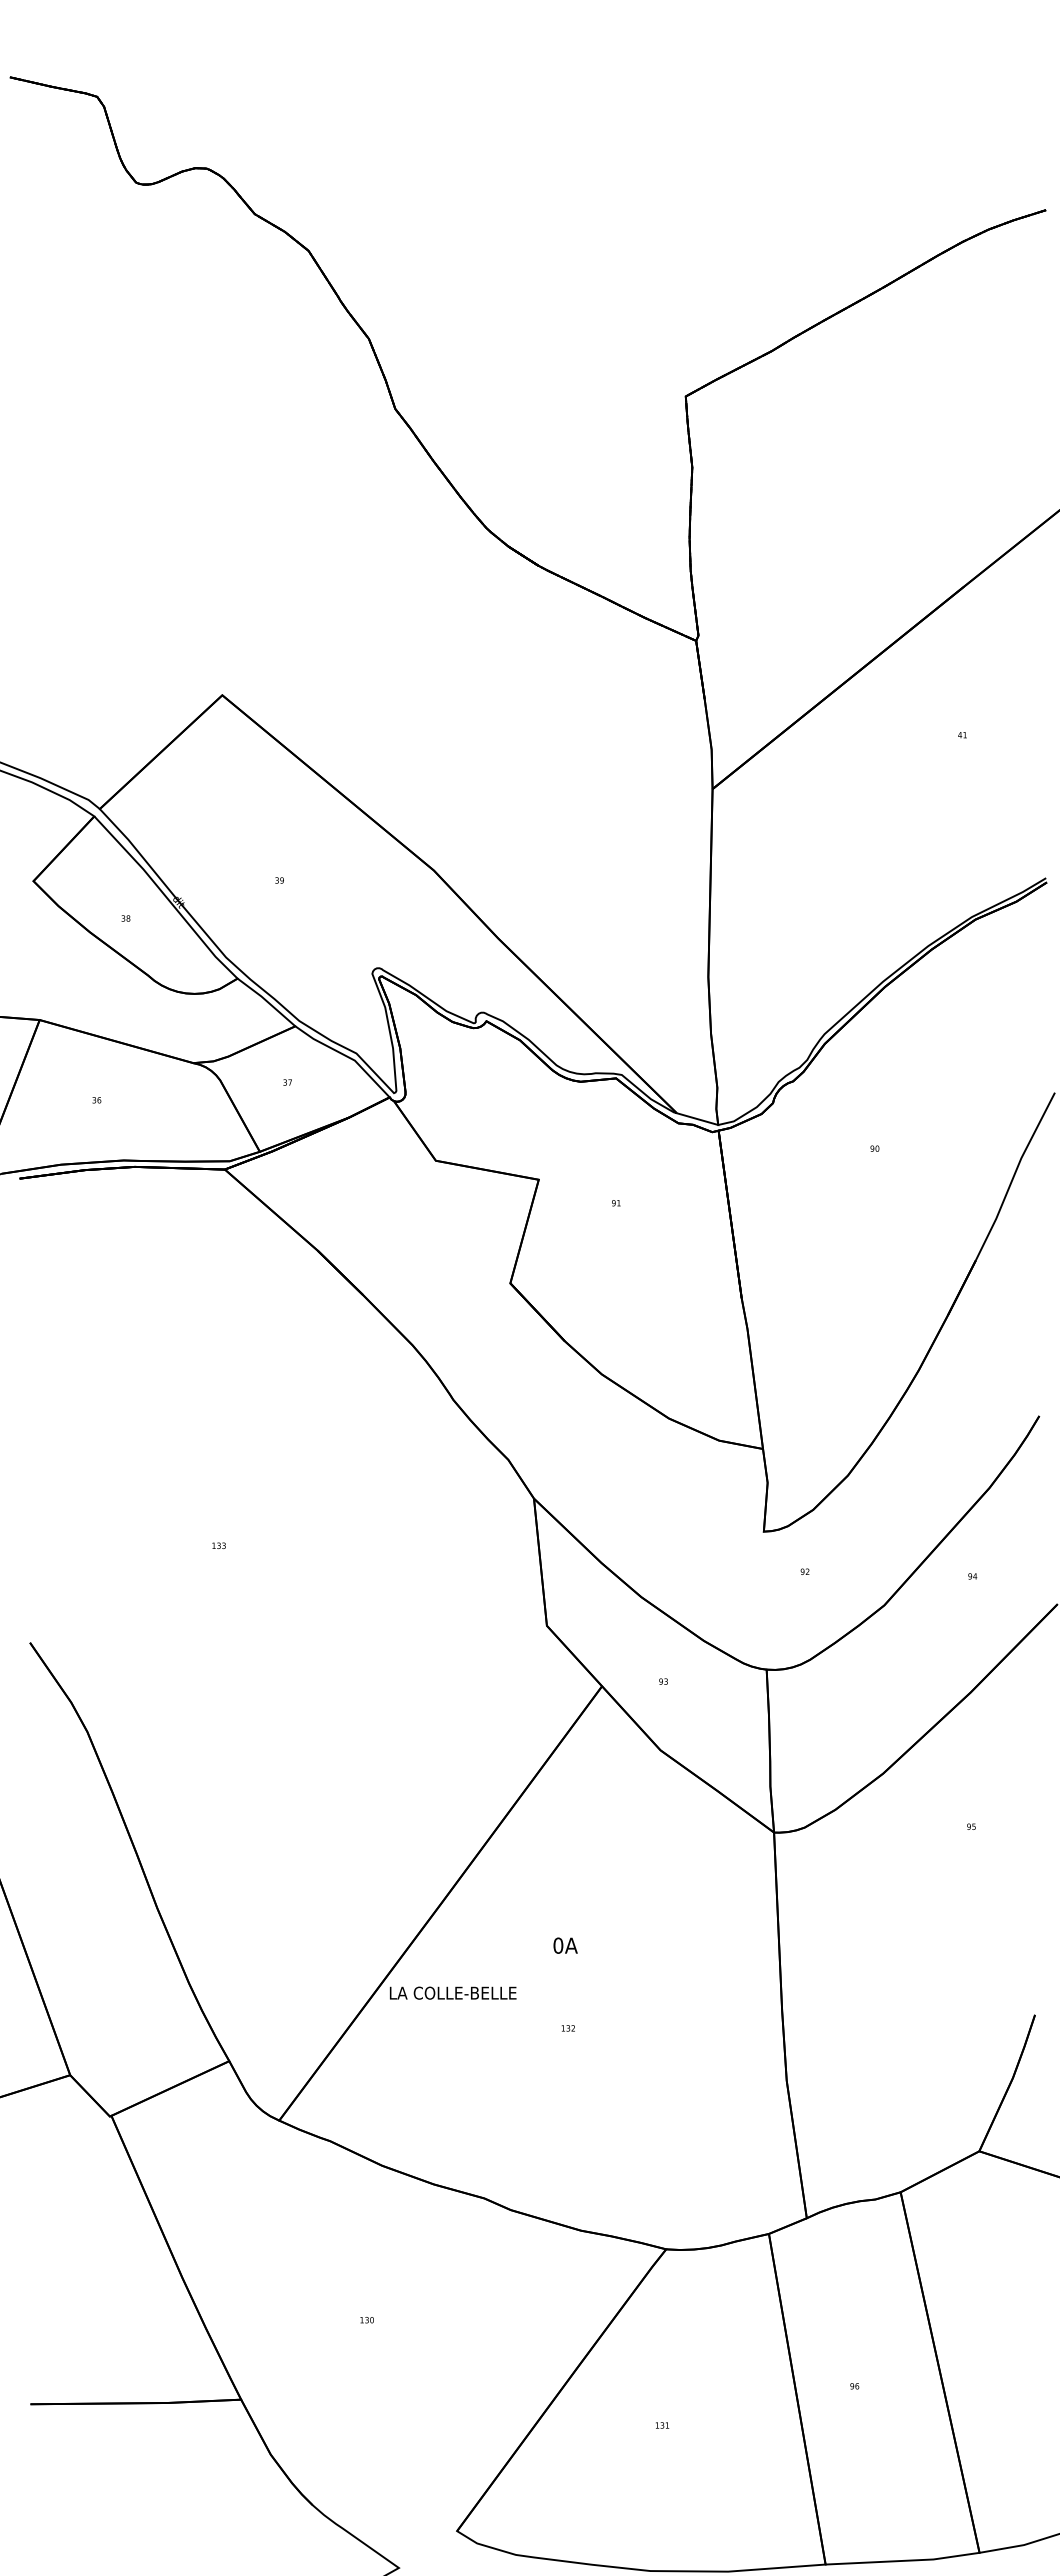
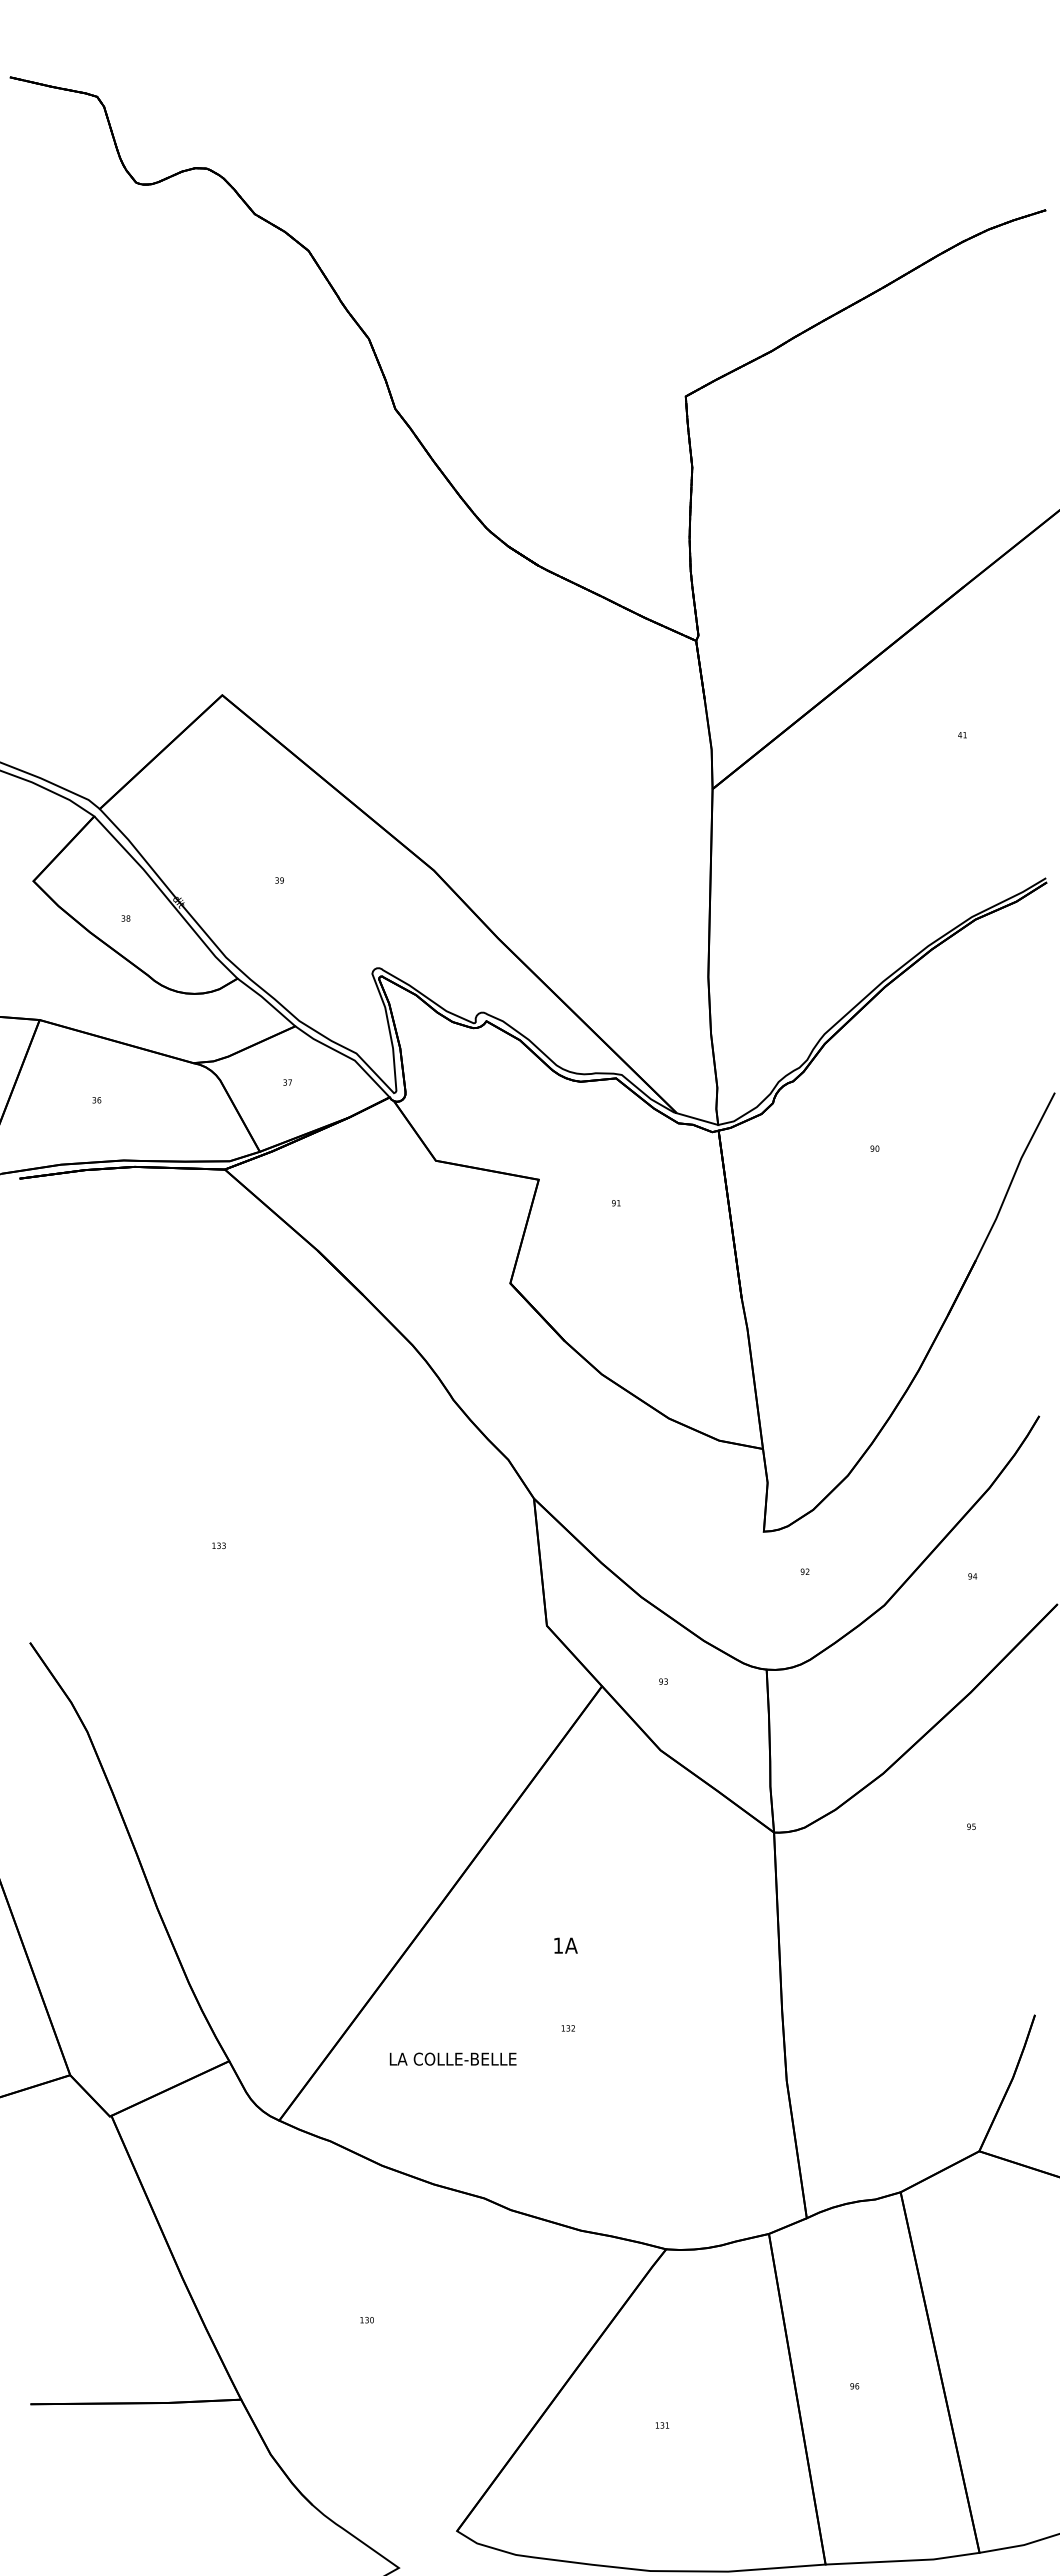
text at (558, 1945): 0A -> 1A
text at (453, 1992) position: (453, 1992) -> (453, 2058)
